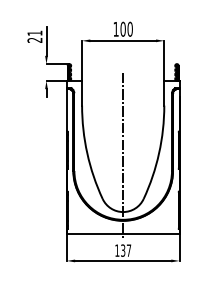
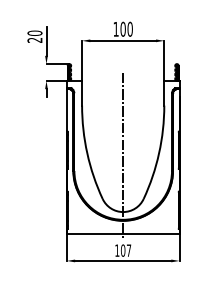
text at (34, 32): 21 -> 20
text at (123, 250): 137 -> 107
